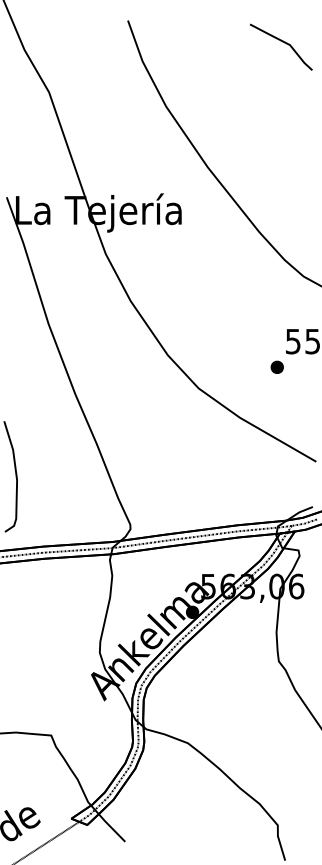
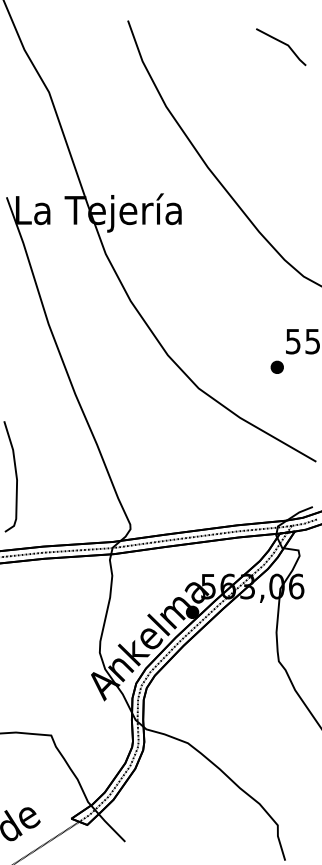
part at (280, 46) size: 64x48 px -> 51x39 px
